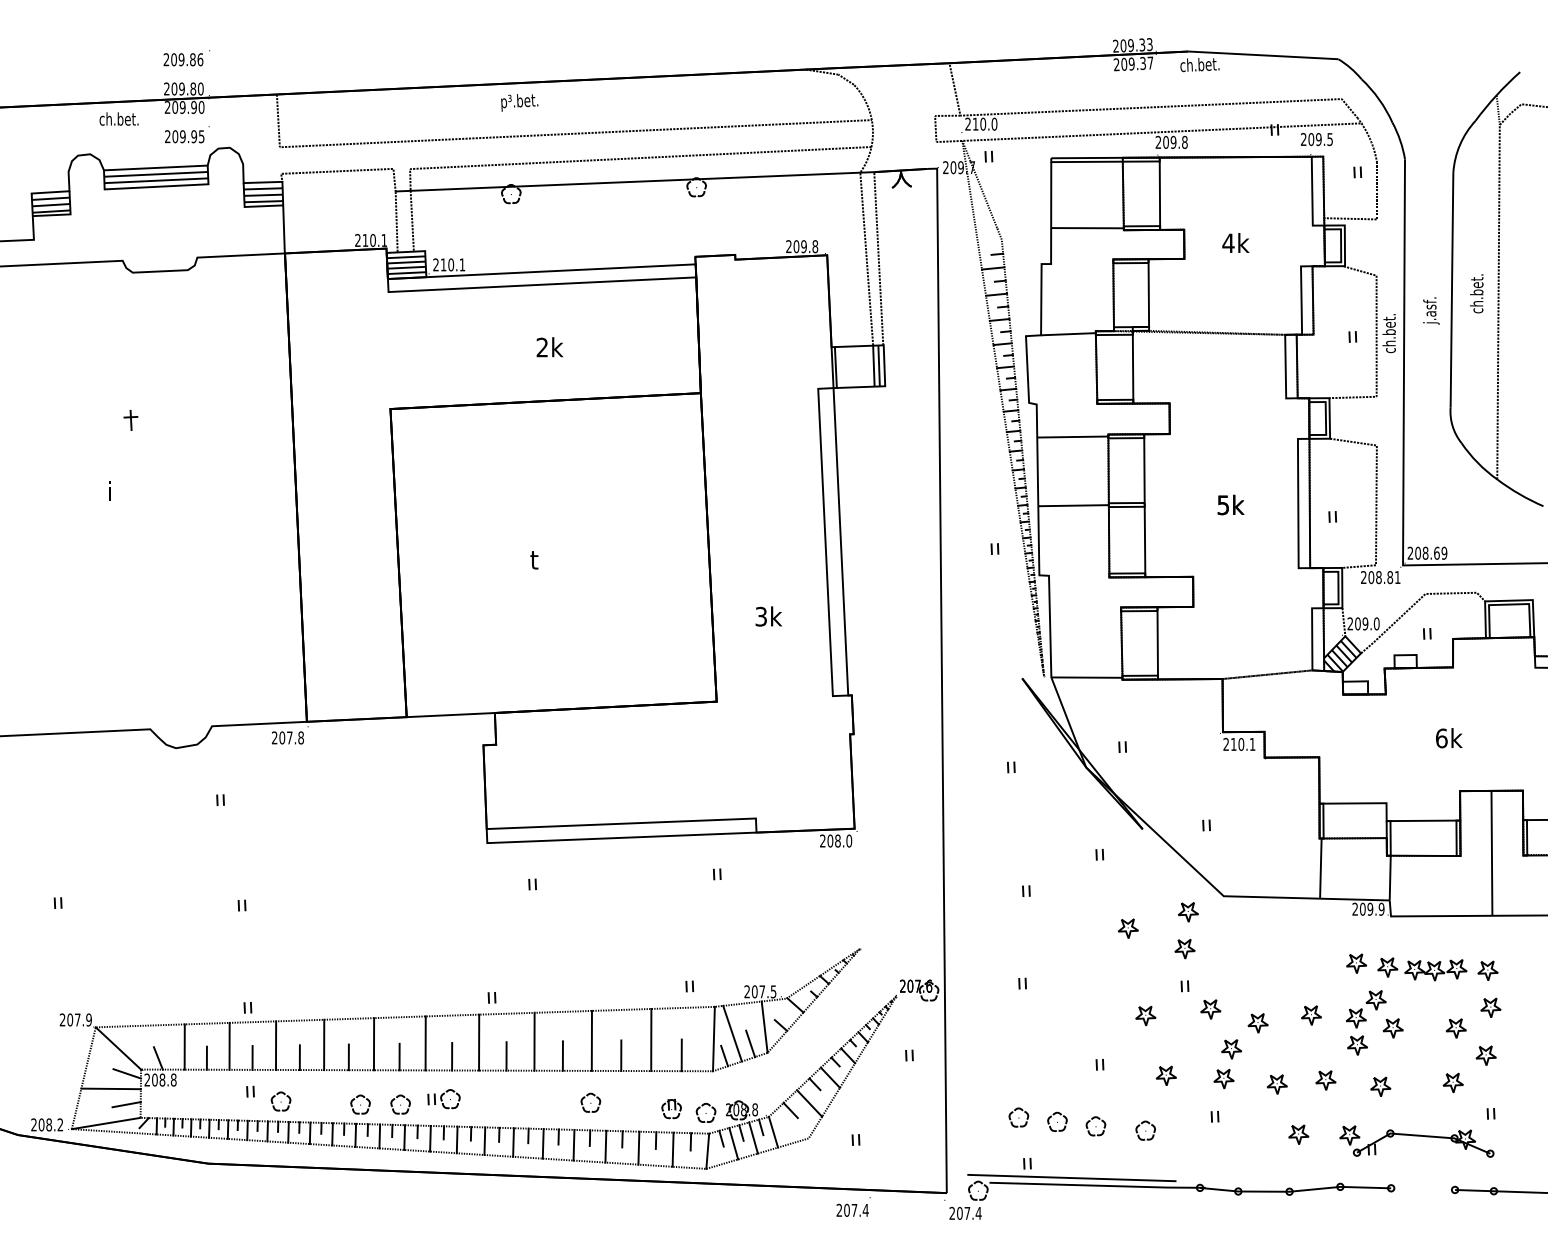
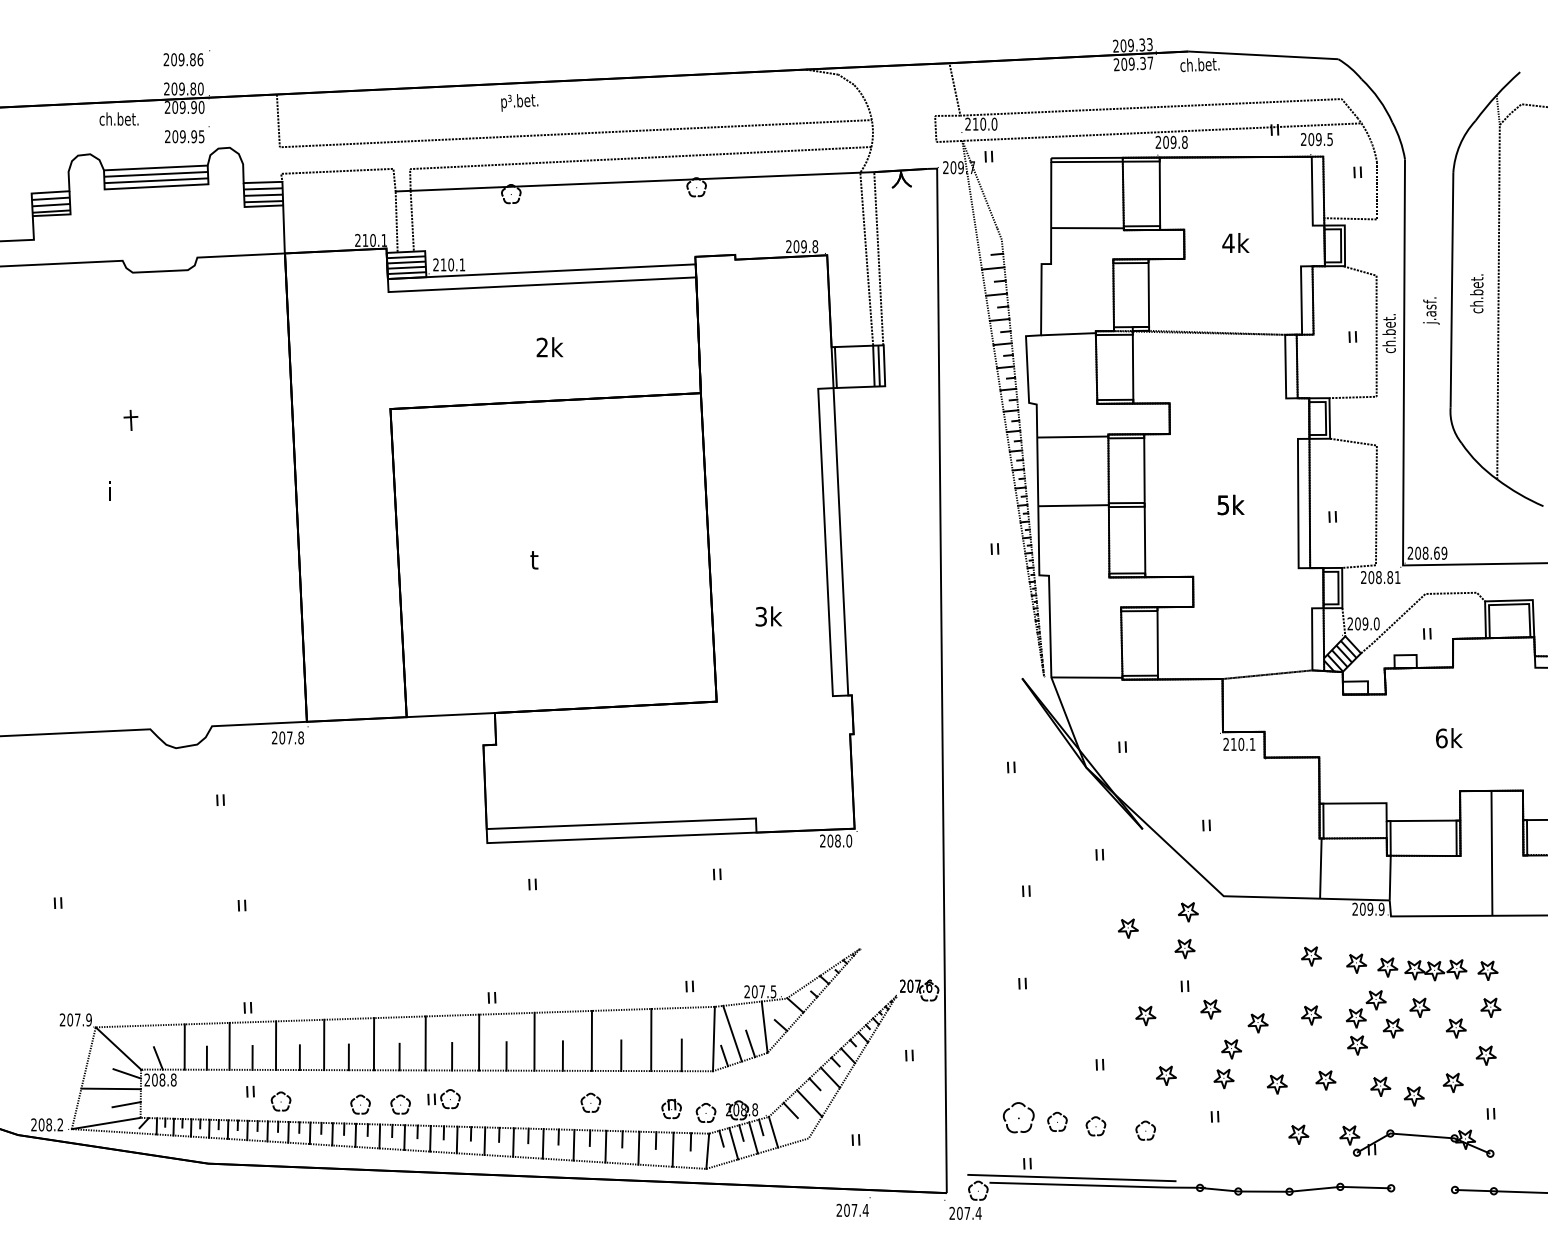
part at (1311, 956): none -> present
part at (1419, 1007): none -> present
part at (1413, 1096): none -> present
part at (1018, 1117) size: 22x21 px -> 33x32 px
